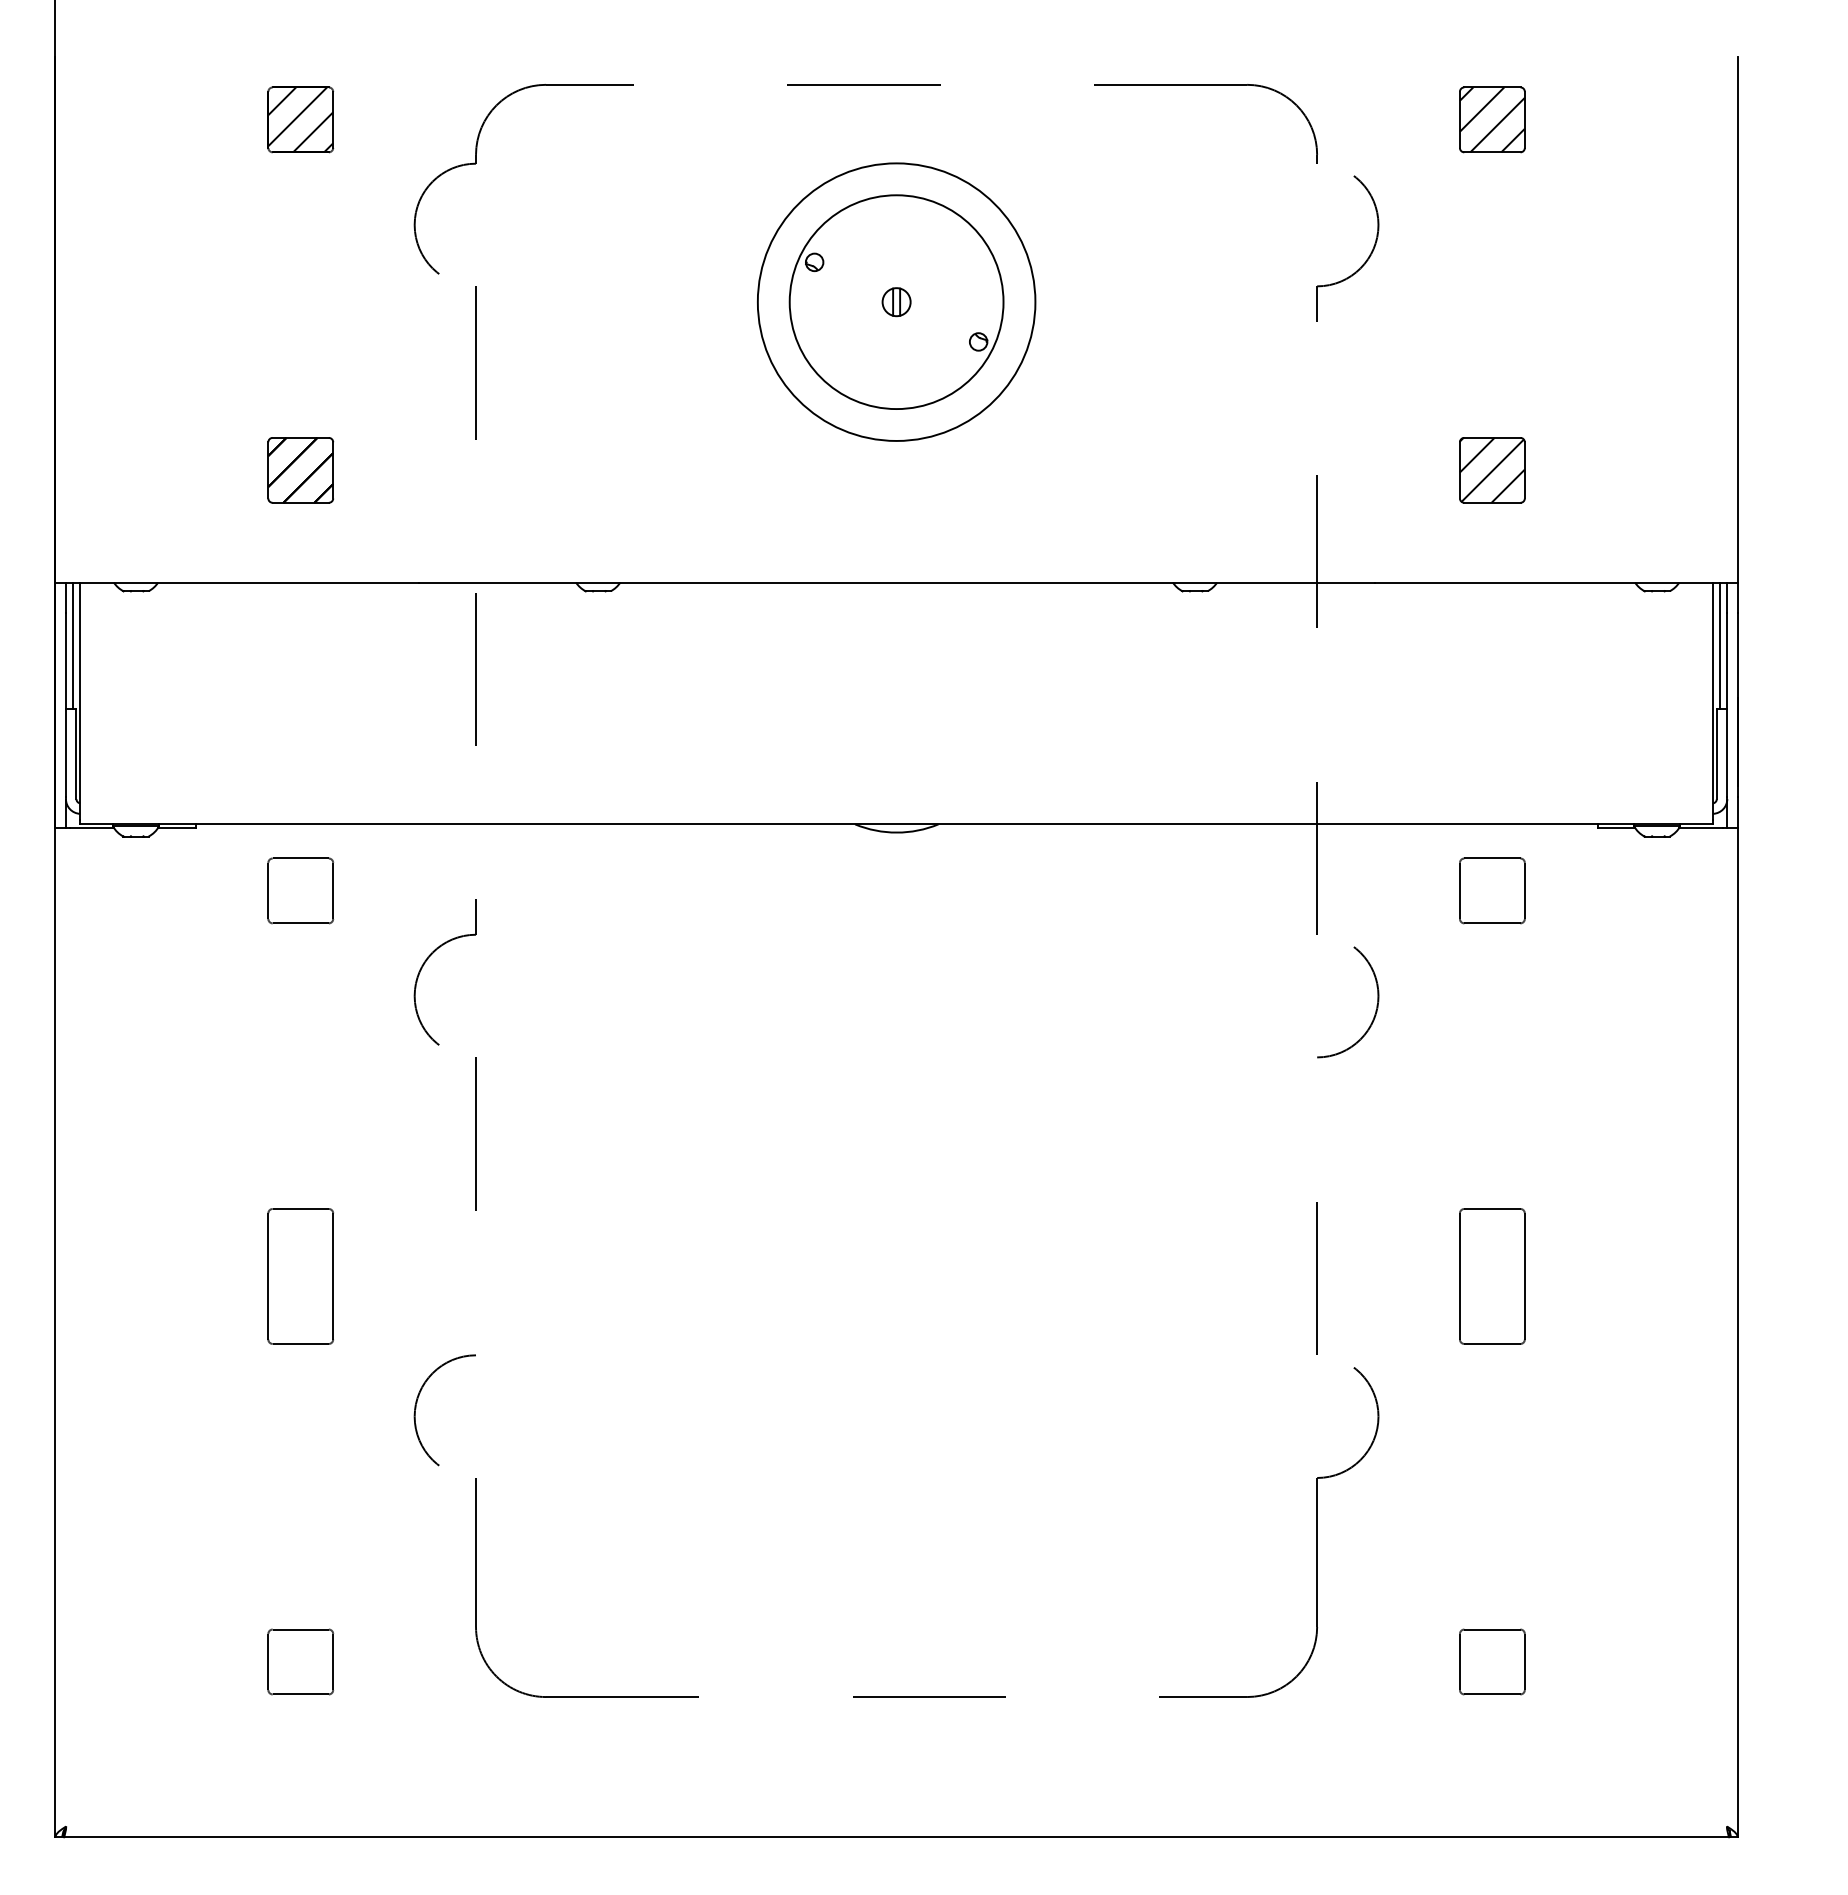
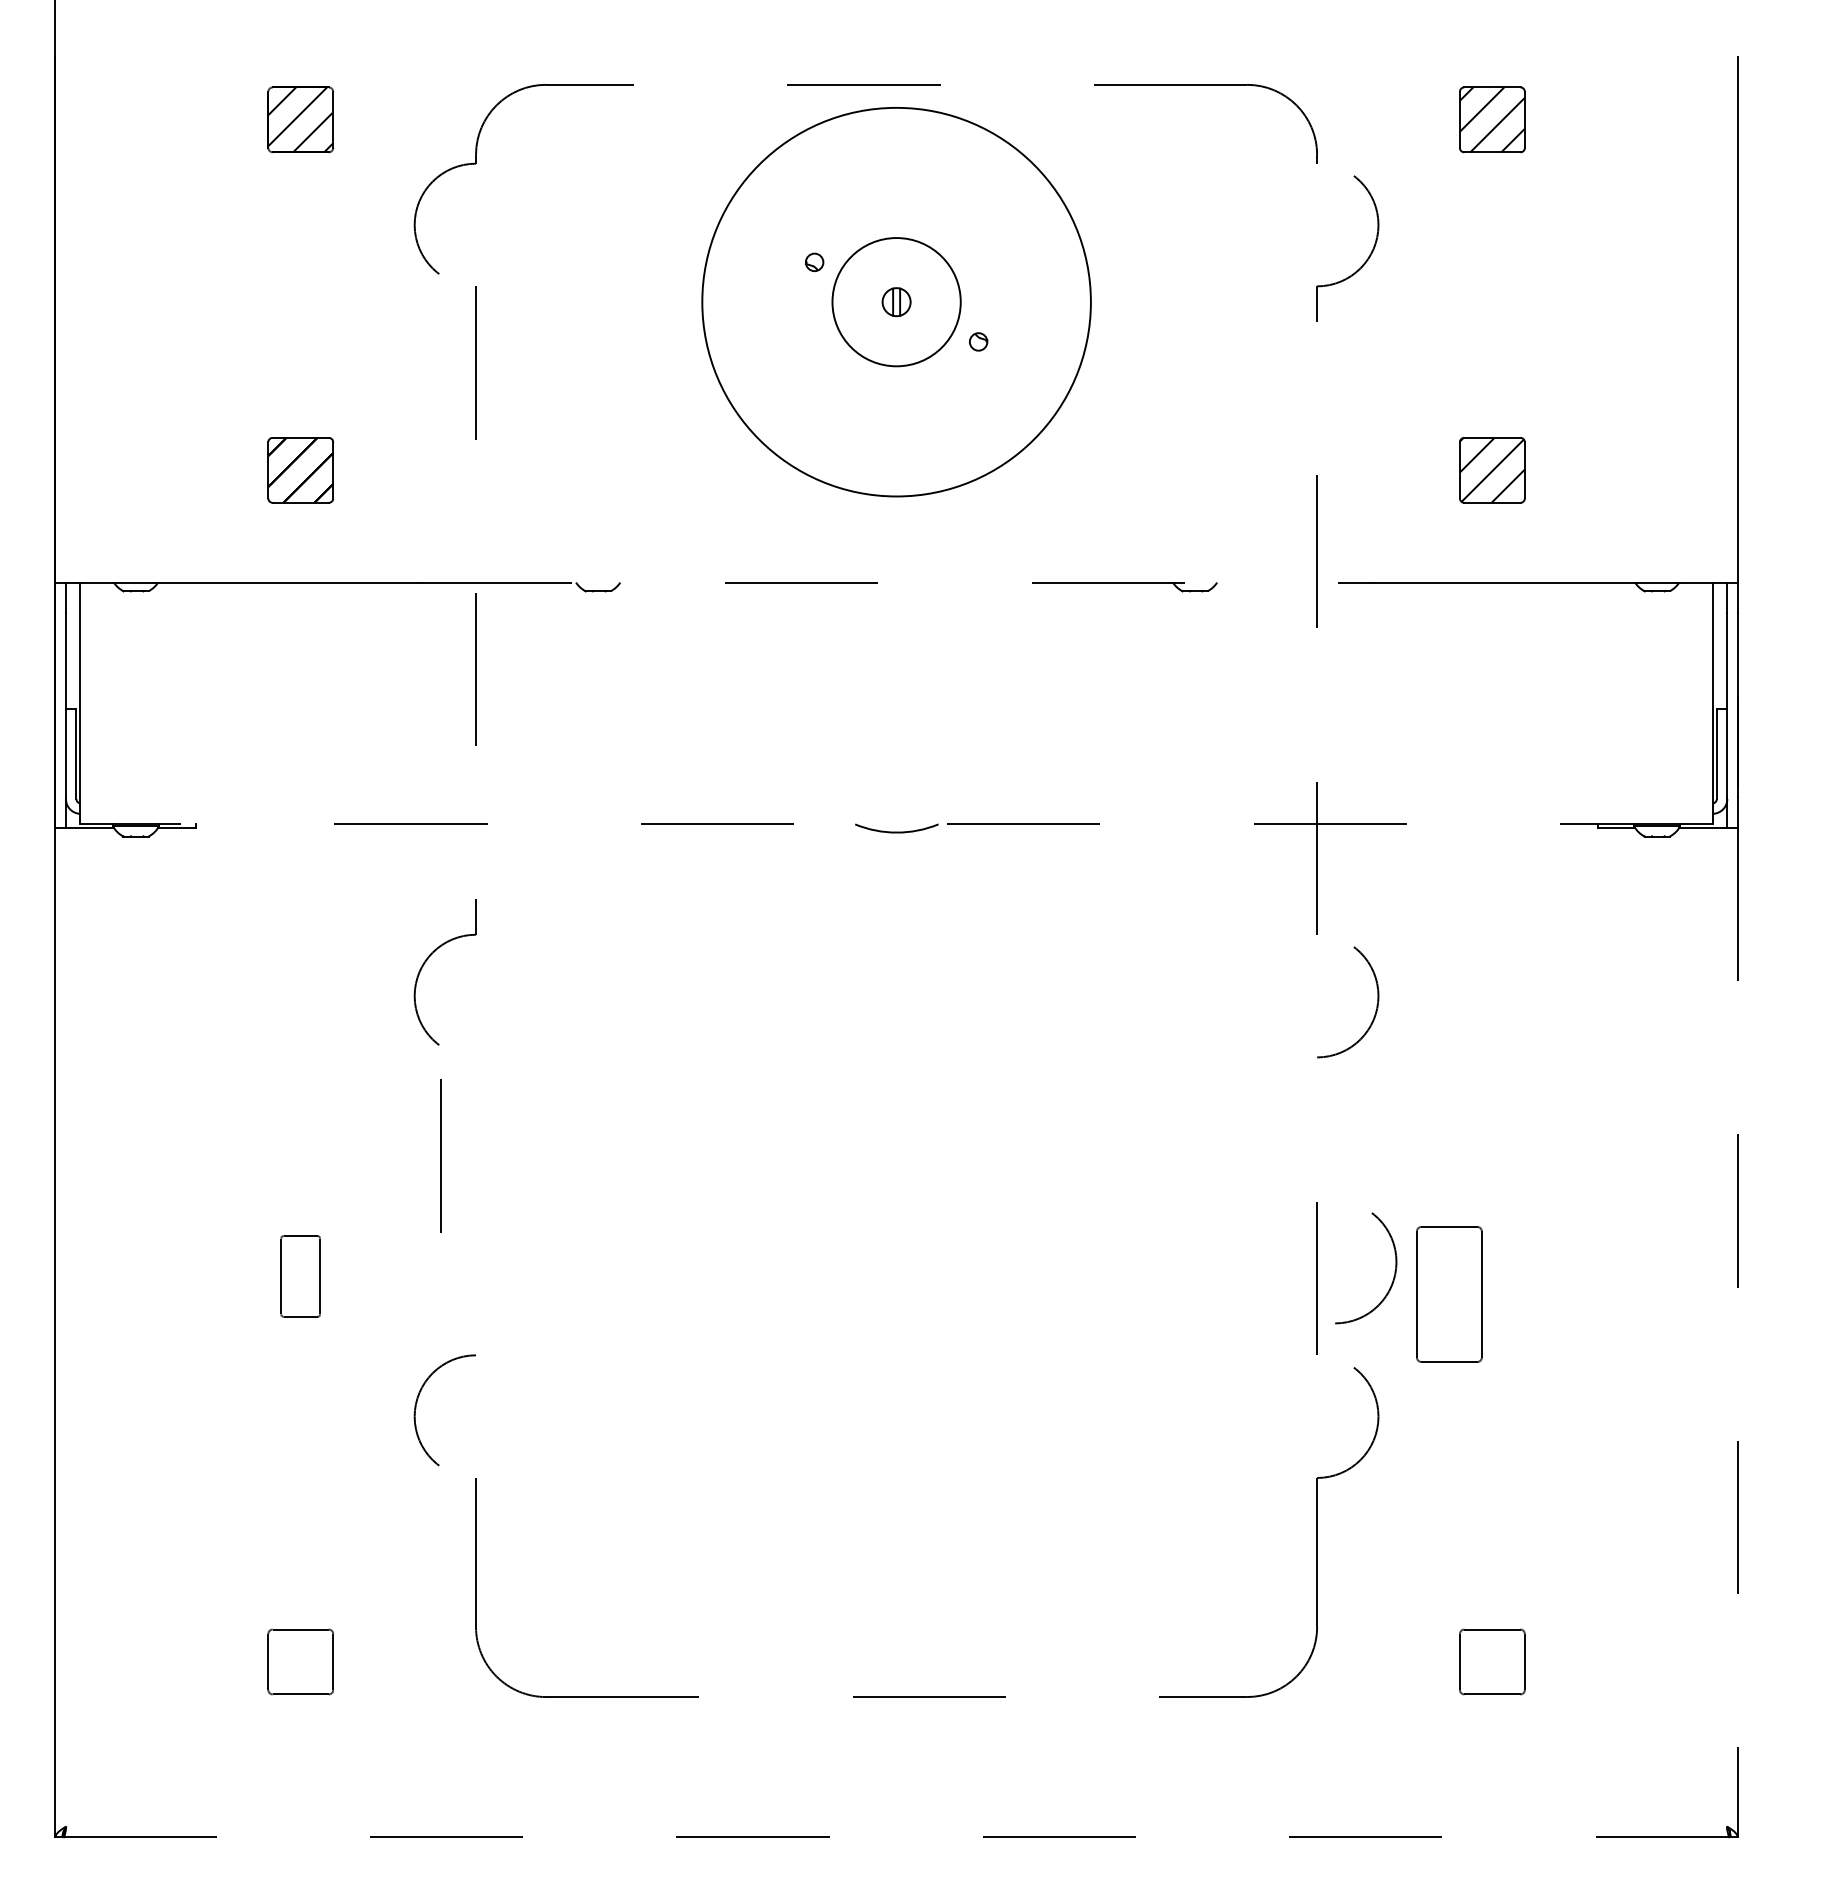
circle at (896, 301) diameter: 278 px -> 389 px
circle at (896, 302) diameter: 214 px -> 128 px
line at (896, 582): solid -> dashed
line at (72, 645): present -> none
line at (1720, 645): present -> none
line at (896, 824): solid -> dashed
part at (300, 890): present -> none
part at (1492, 890): present -> none
line at (475, 1133) position: (475, 1133) -> (440, 1155)
arc at (1394, 1271): none -> present
part at (300, 1276) size: 67x137 px -> 41x83 px
part at (1492, 1276) position: (1492, 1276) -> (1449, 1294)
line at (1737, 1332): solid -> dashed
line at (897, 1837): solid -> dashed
